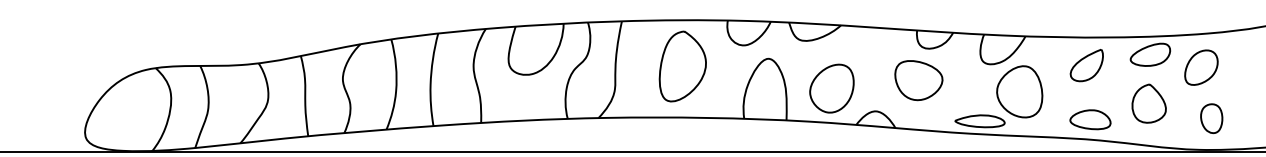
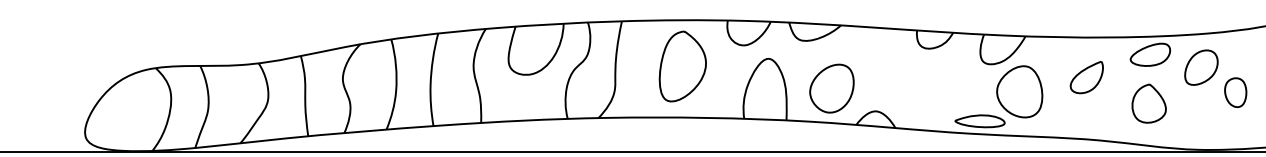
part at (1086, 65) position: (1086, 65) -> (1086, 77)
part at (918, 80): present -> none
part at (1211, 118) position: (1211, 118) -> (1235, 92)
part at (1090, 119): present -> none
